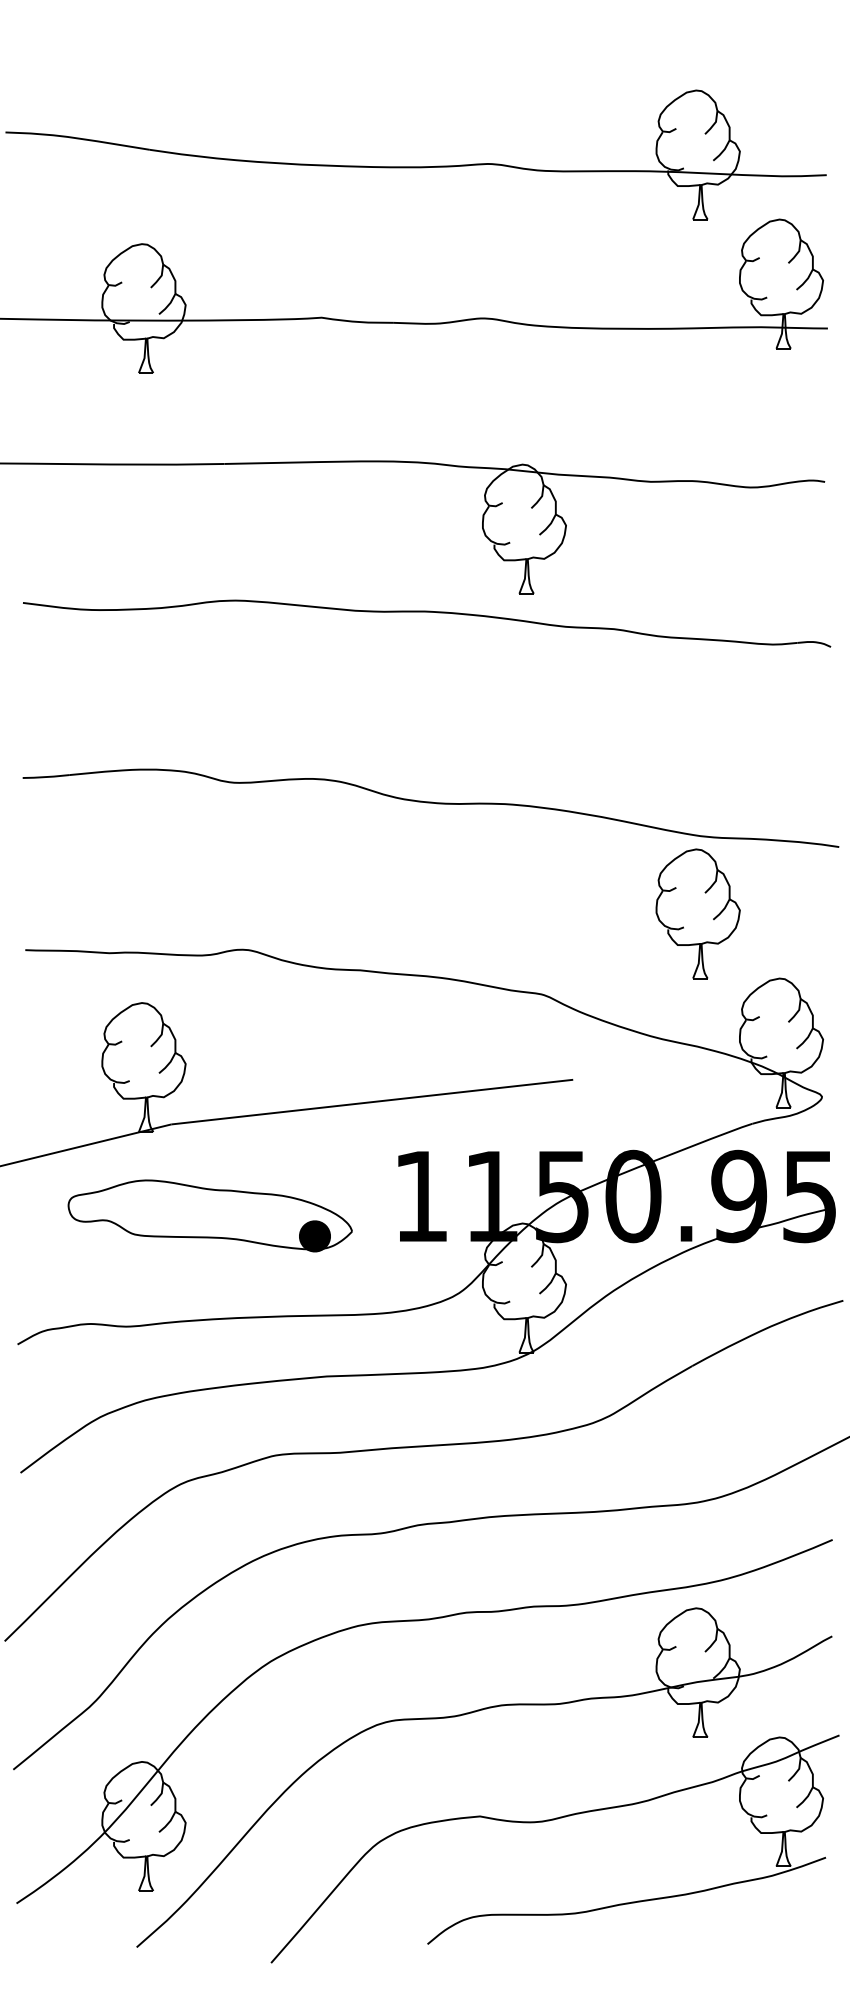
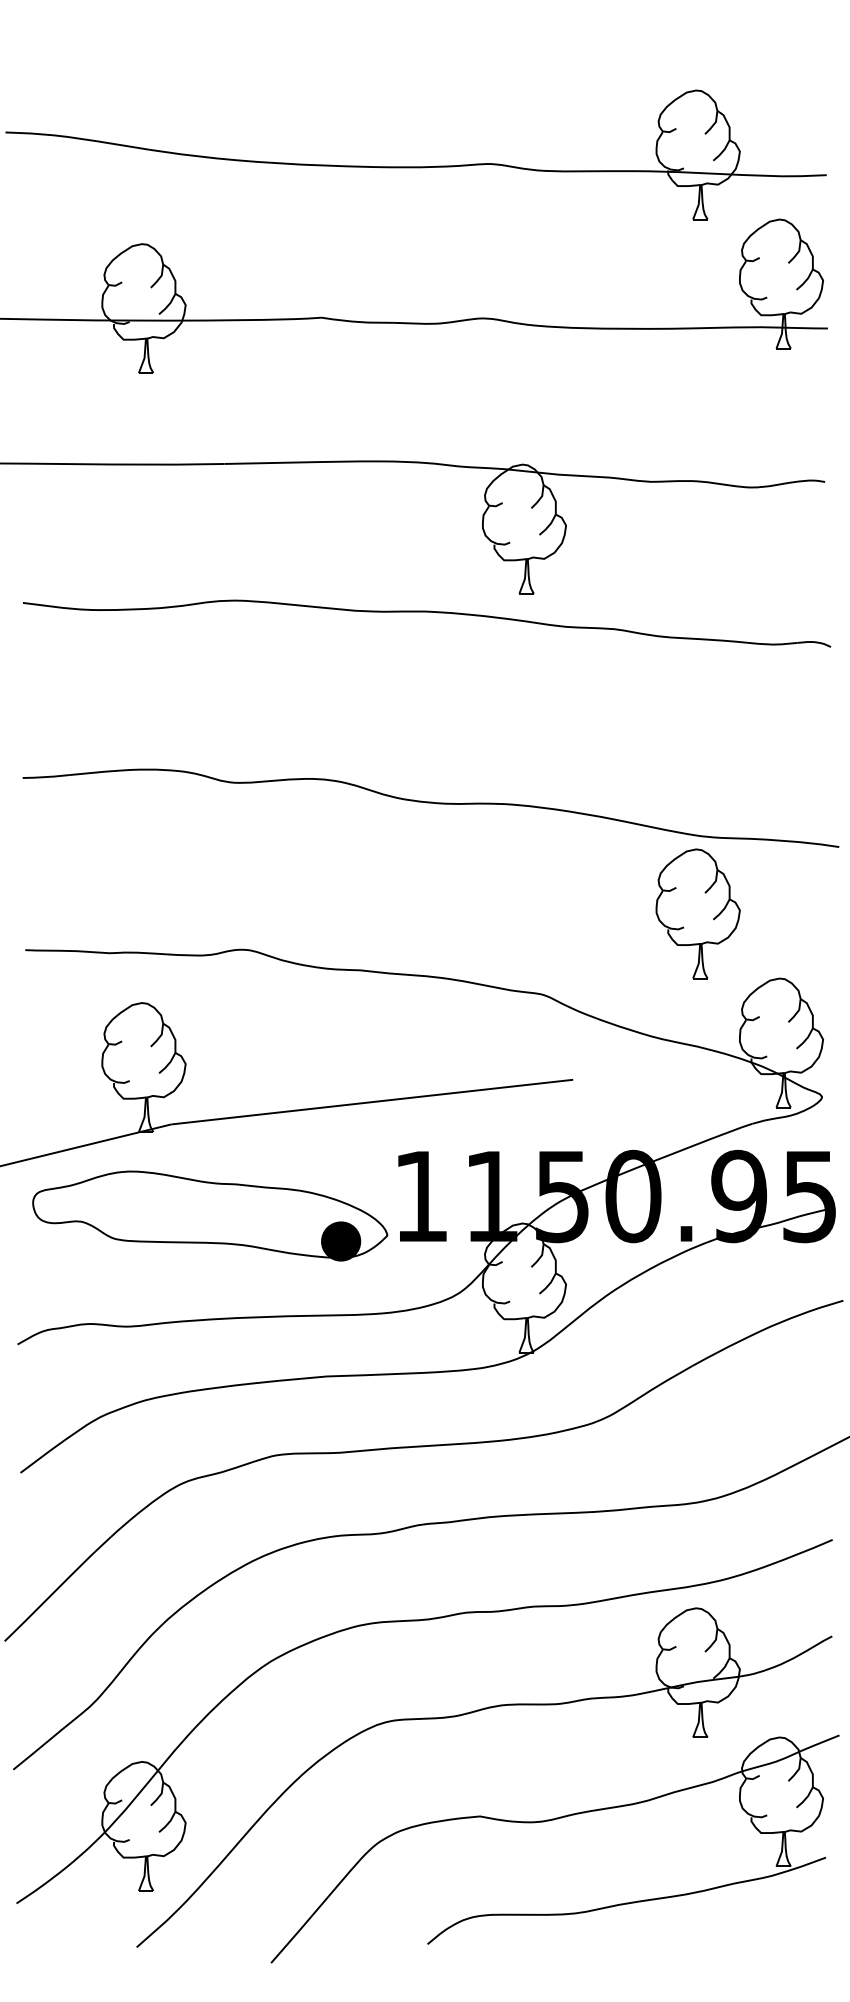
part at (209, 1215) size: 286x74 px -> 357x92 px
